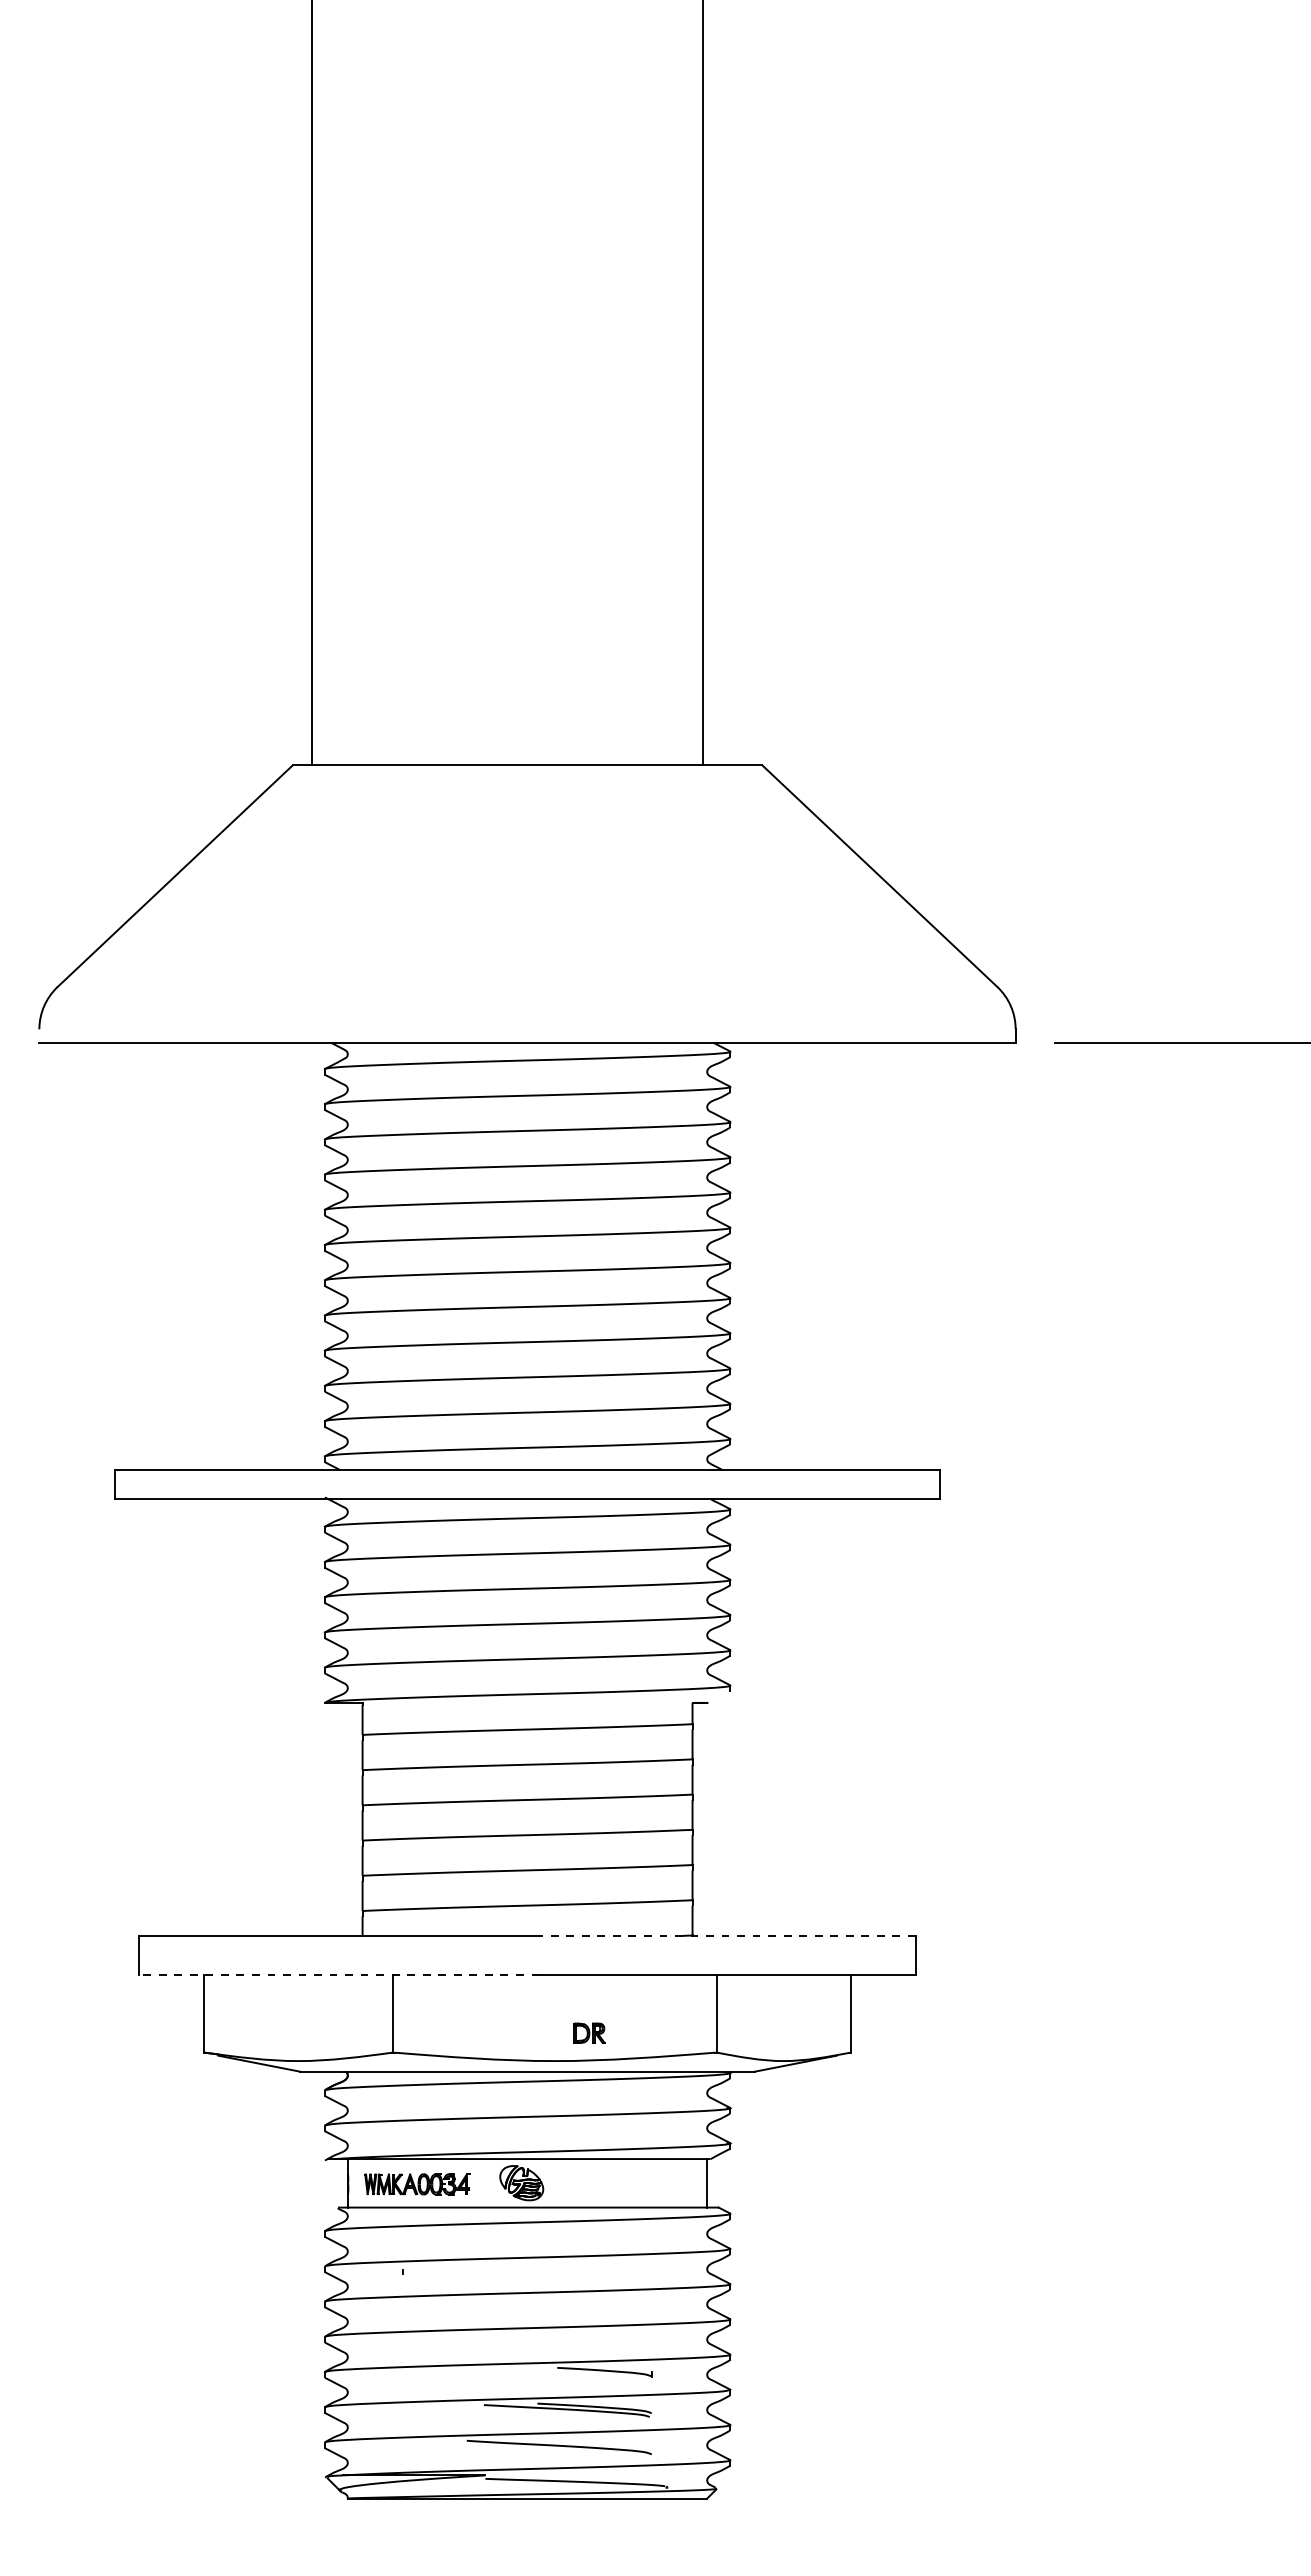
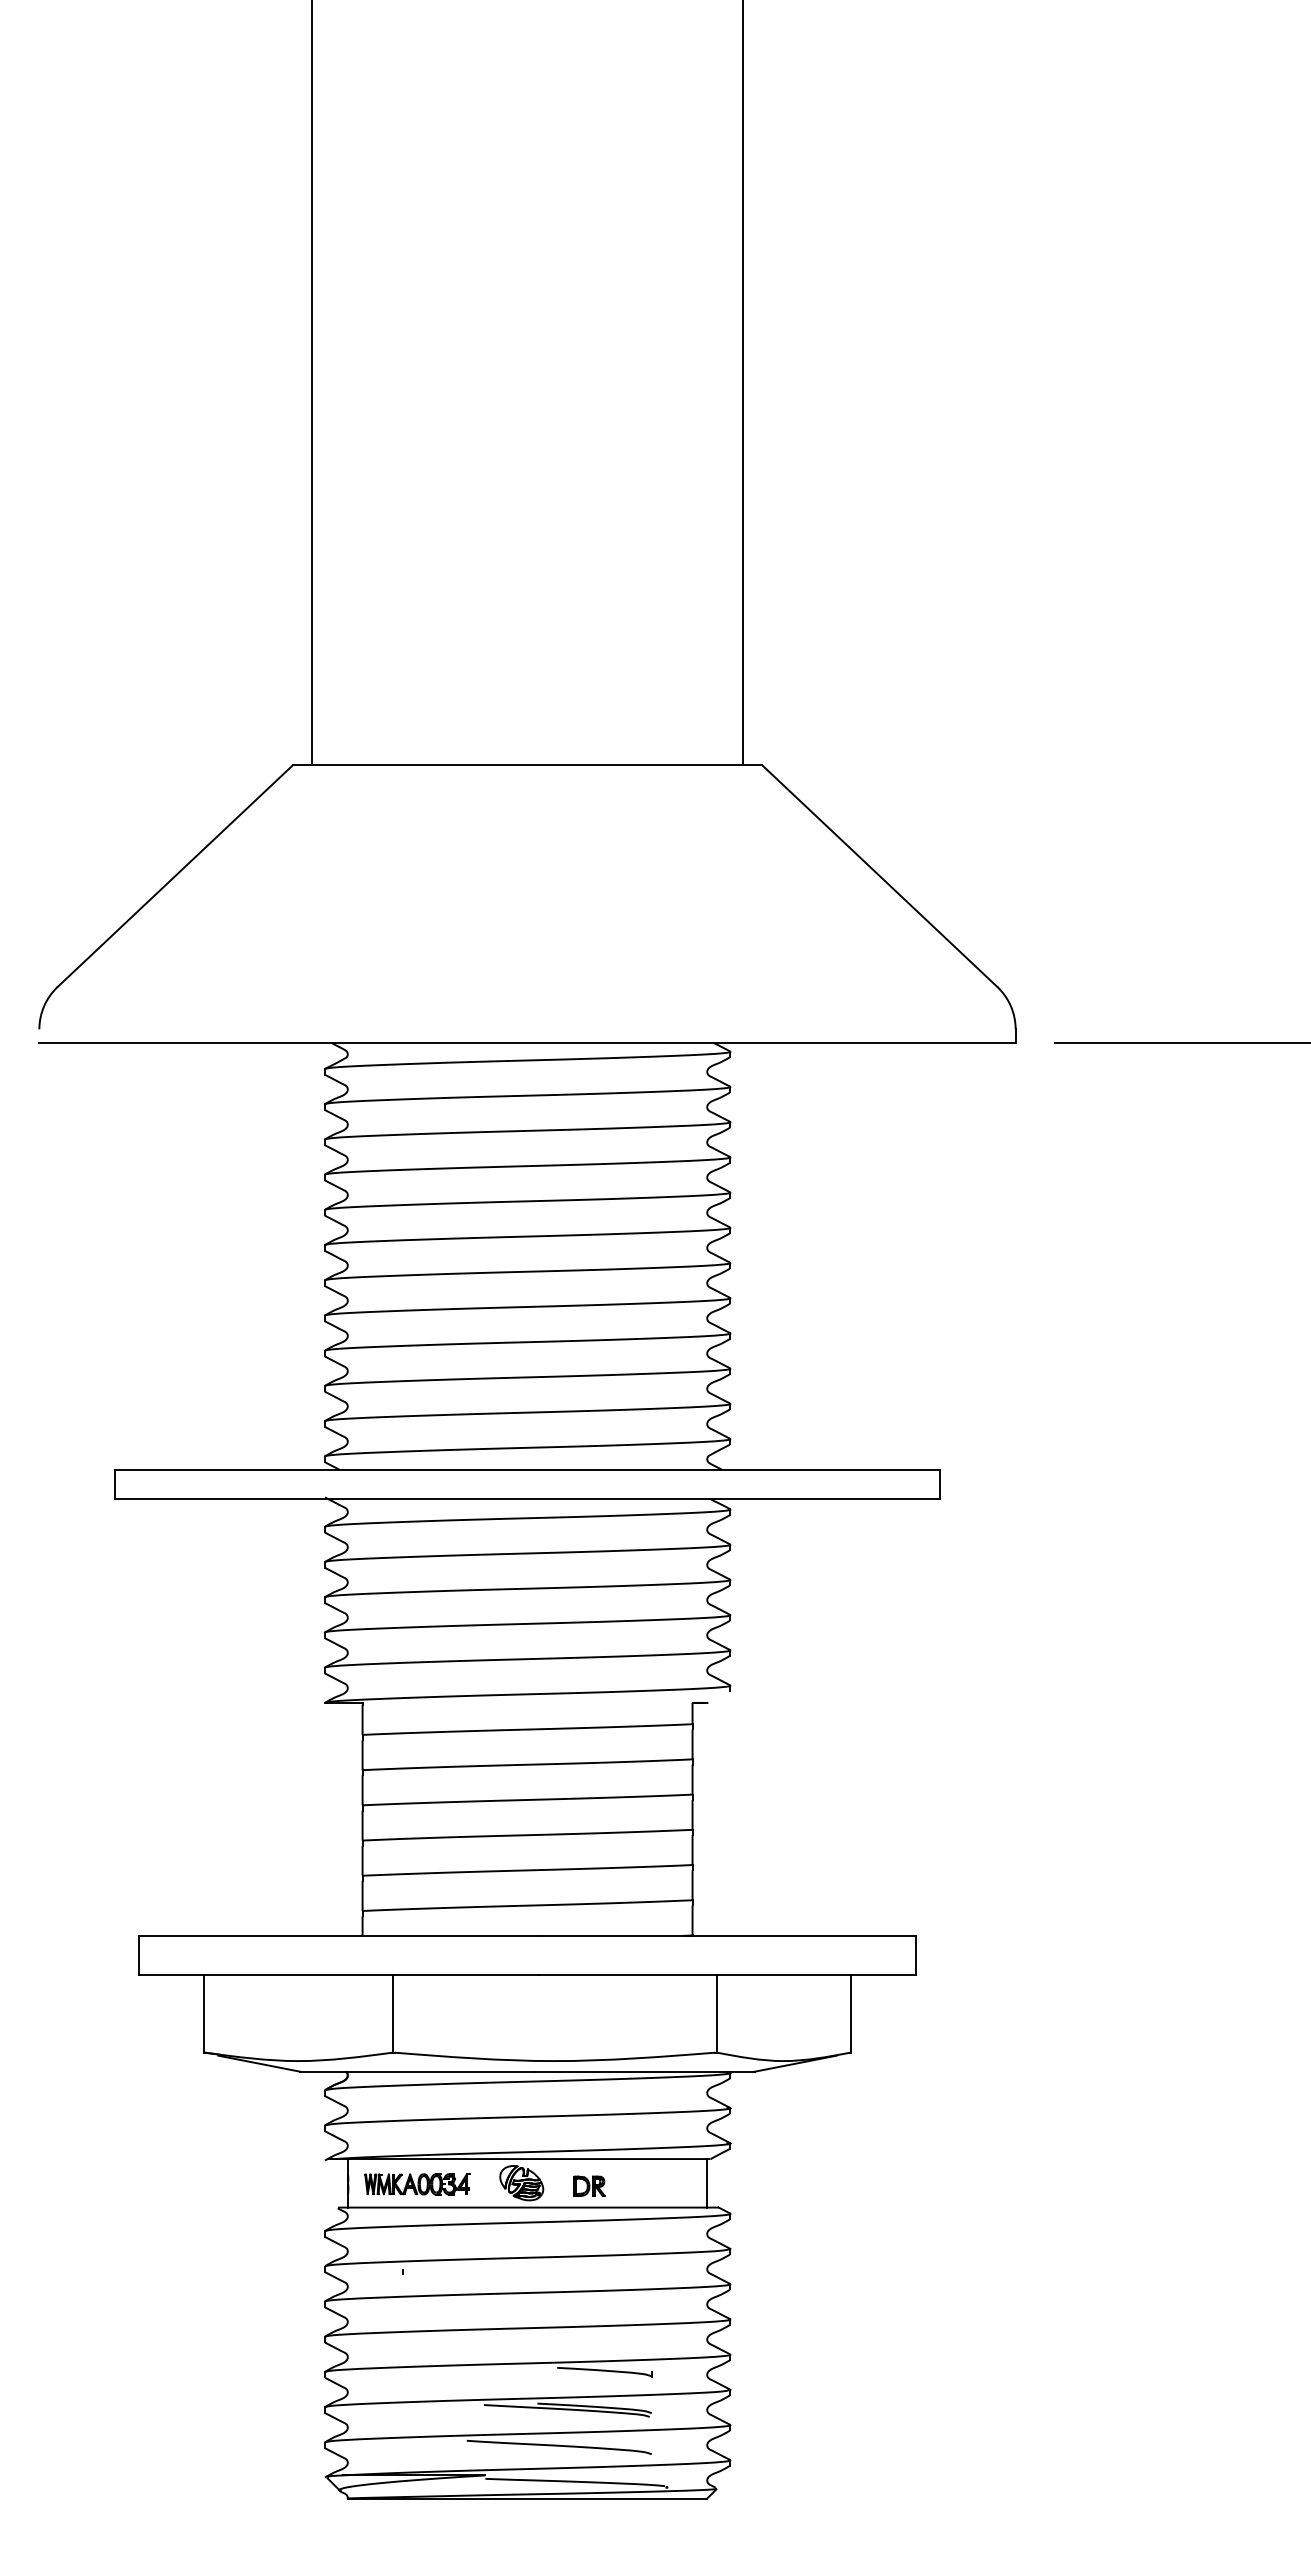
line at (703, 383) position: (703, 383) -> (743, 383)
line at (727, 1935): dashed -> solid
line at (339, 1974): dashed -> solid
part at (589, 2032) position: (589, 2032) -> (589, 2185)
